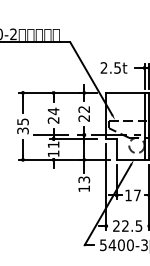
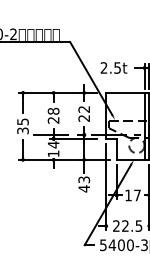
text at (53, 111): 24 -> 28
text at (53, 144): 11 -> 14
text at (83, 188): 13 -> 43
